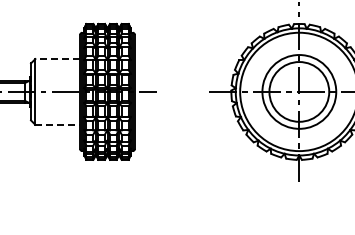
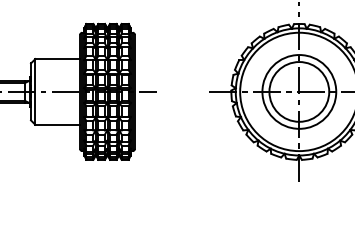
line at (57, 59): dashed -> solid
line at (58, 124): dashed -> solid
